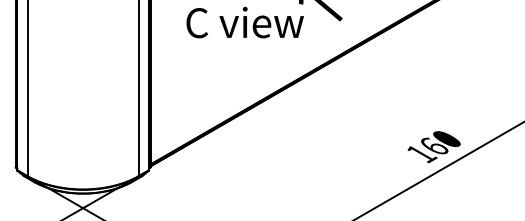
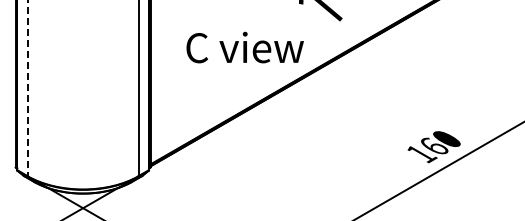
text at (244, 22) position: (244, 22) -> (244, 47)
line at (27, 88): solid -> dashed
